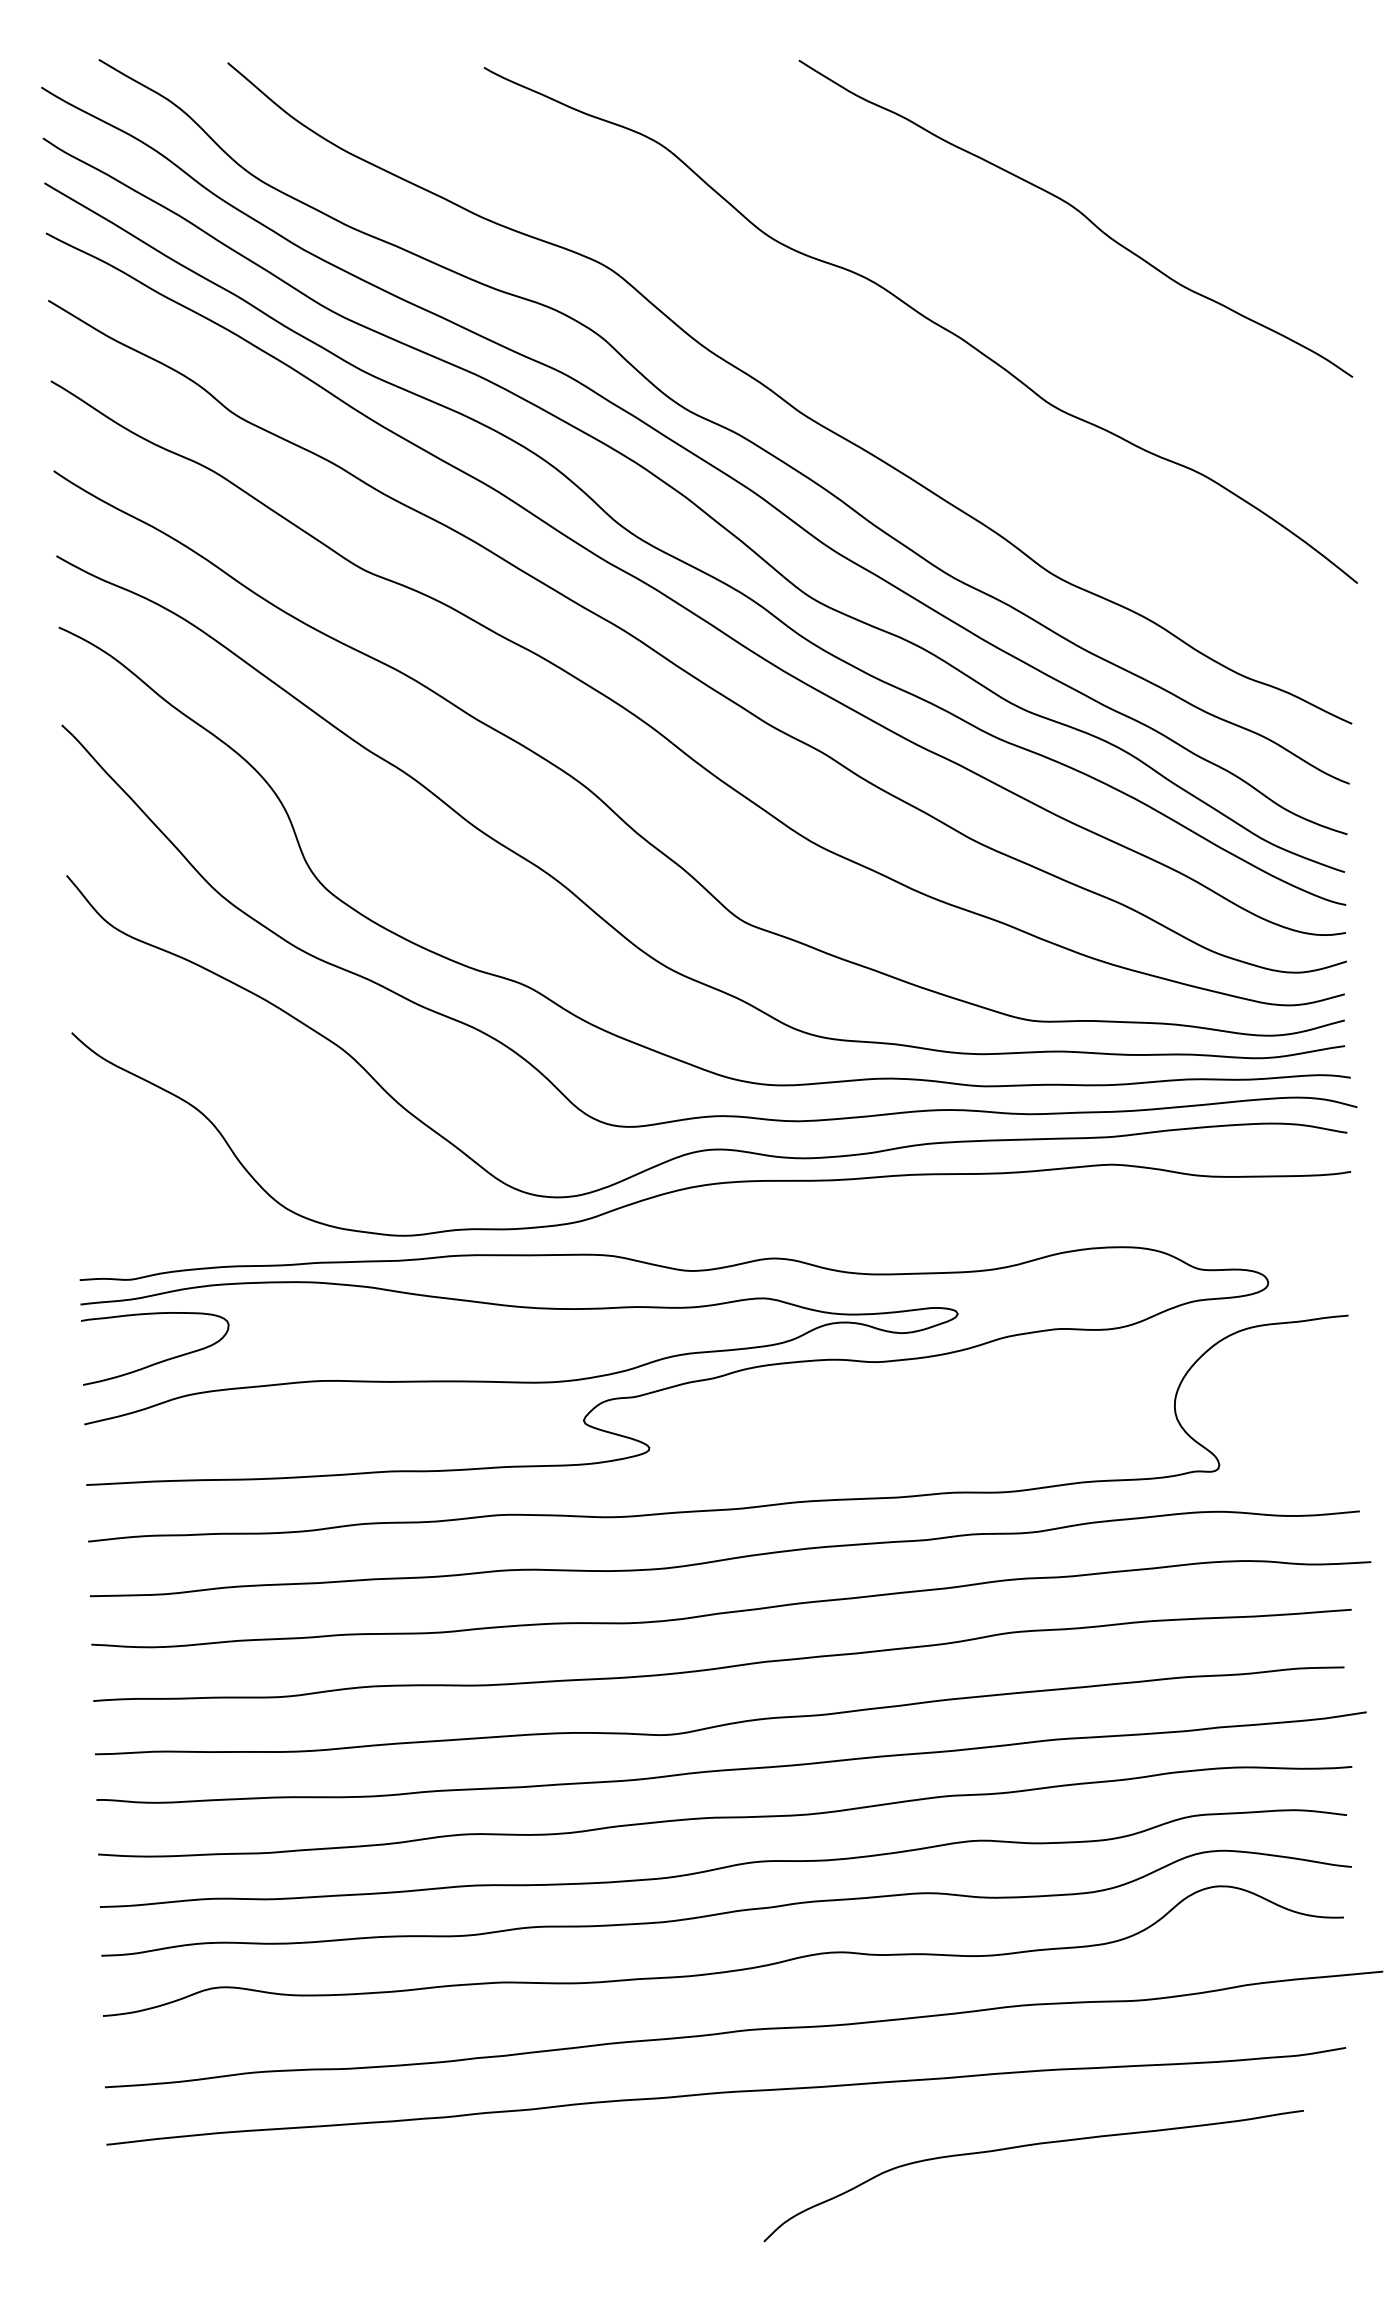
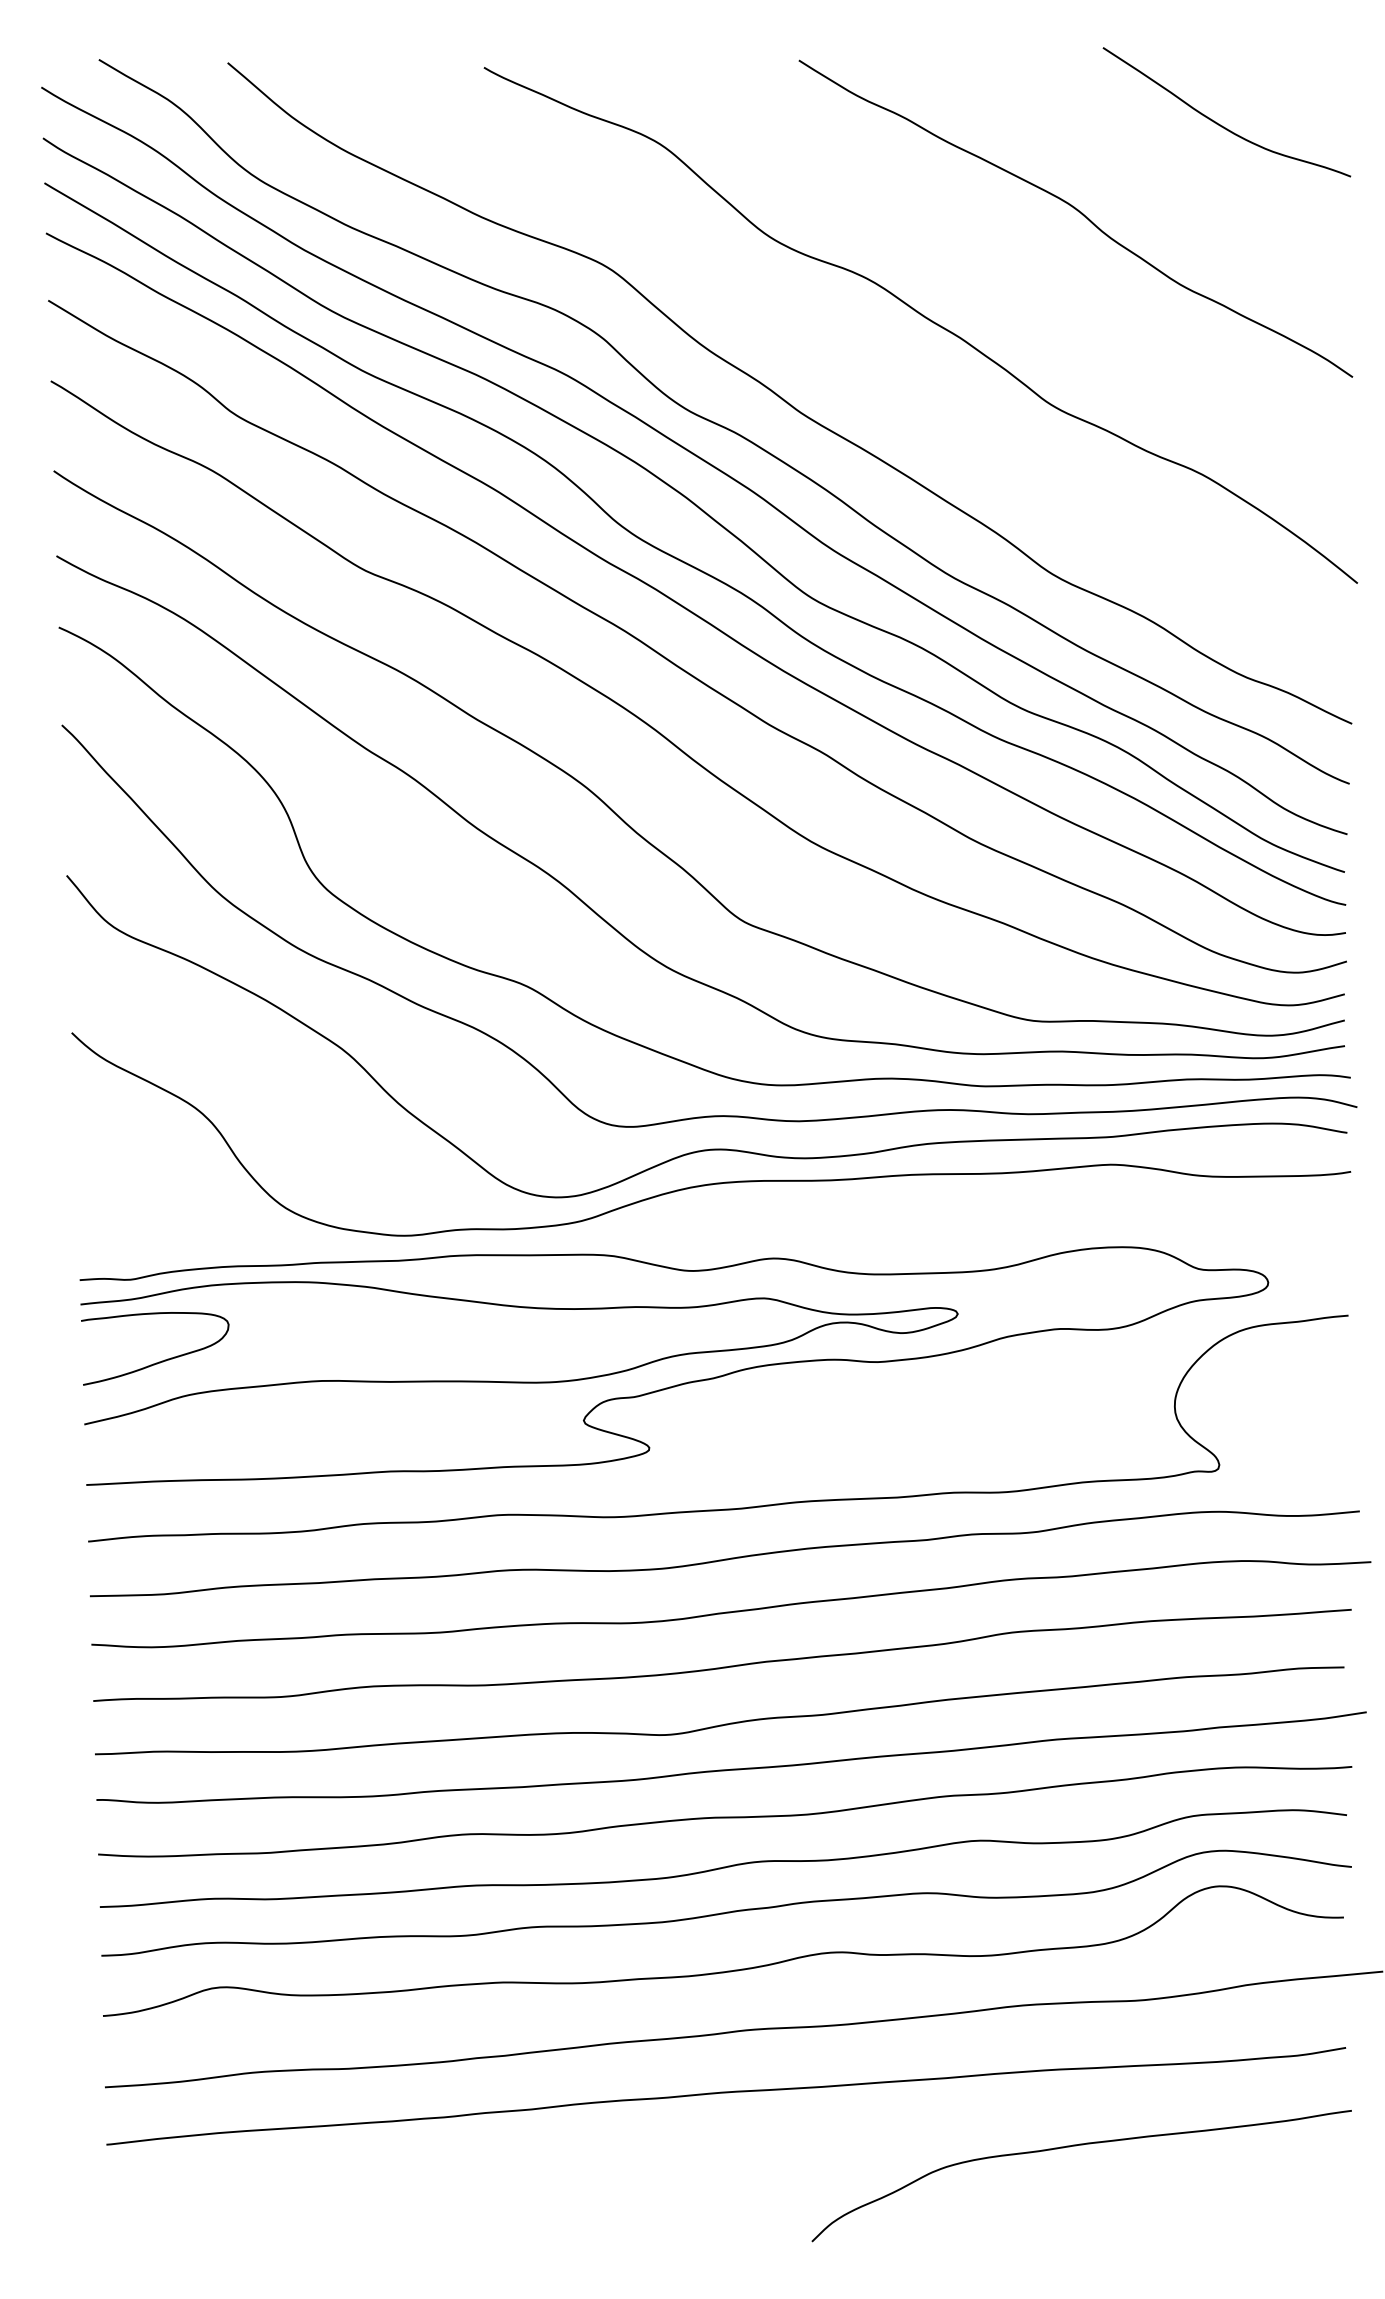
curve at (1219, 123): none -> present
curve at (1028, 2146) position: (1028, 2146) -> (1076, 2146)
